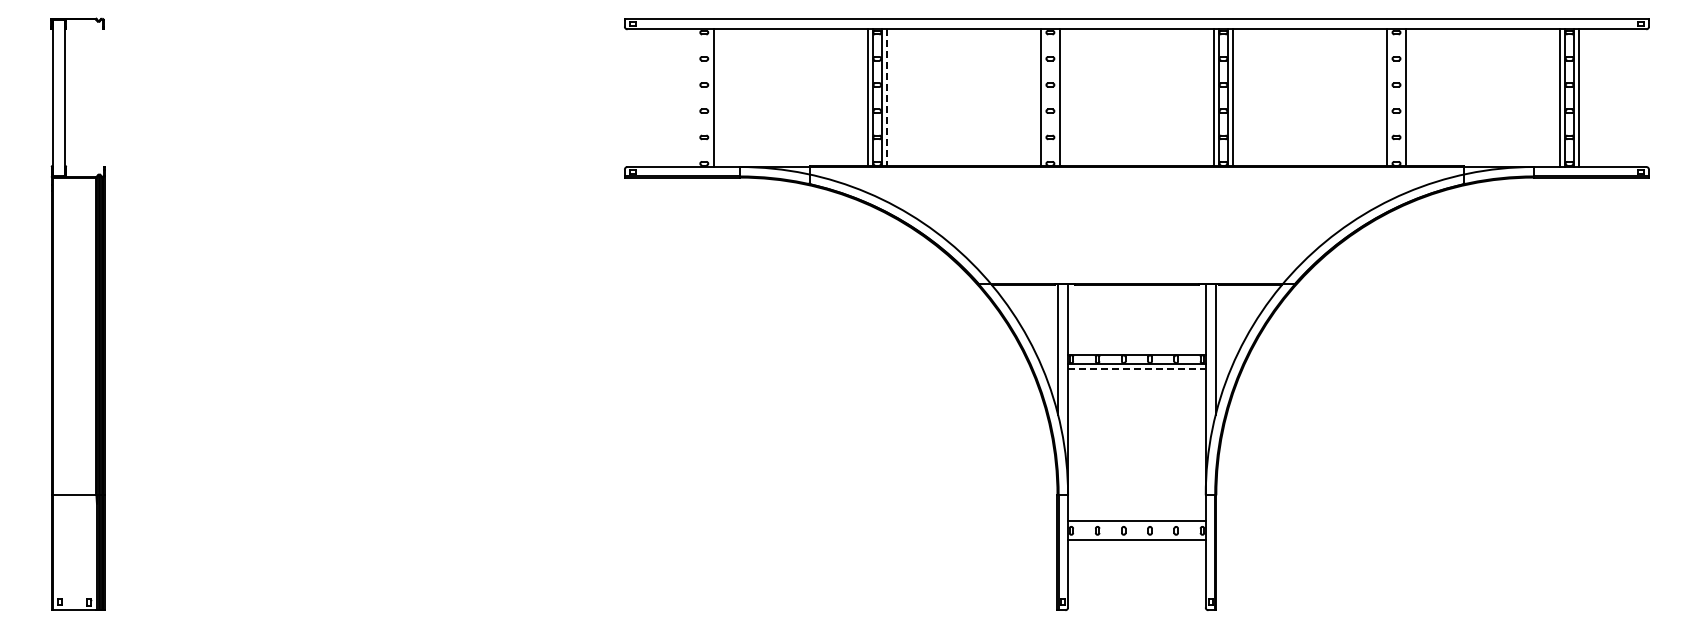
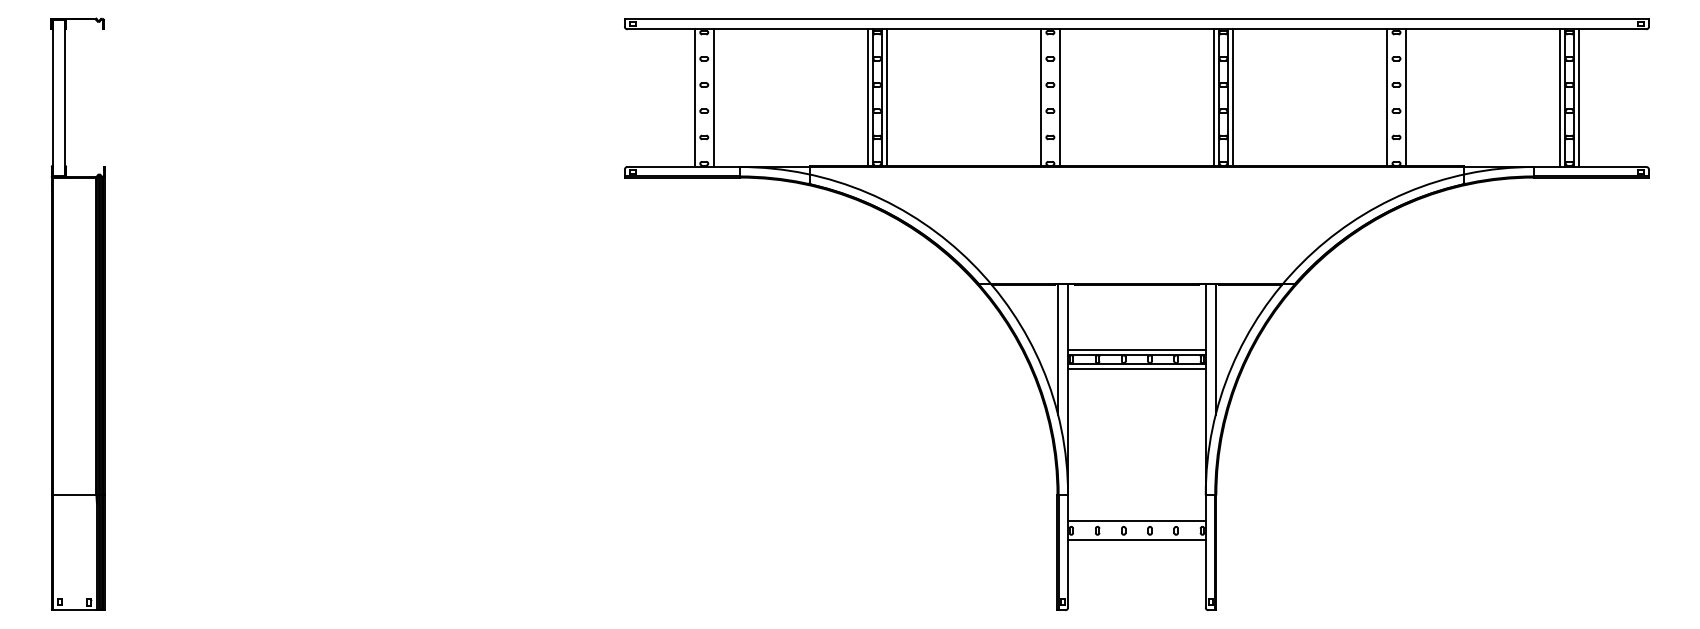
line at (694, 98): none -> present
line at (886, 98): dashed -> solid
line at (1136, 349): none -> present
line at (1136, 368): dashed -> solid
